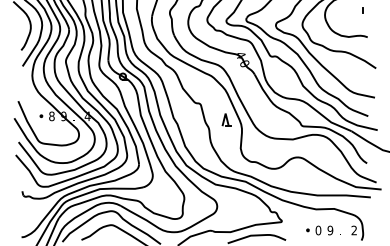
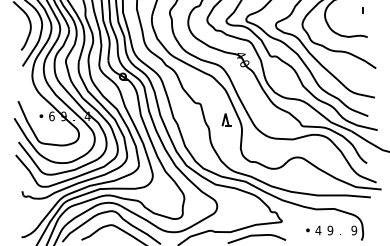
text at (51, 115): 8 -> 6
text at (318, 230): 0 -> 4
text at (354, 230): 2 -> 9
